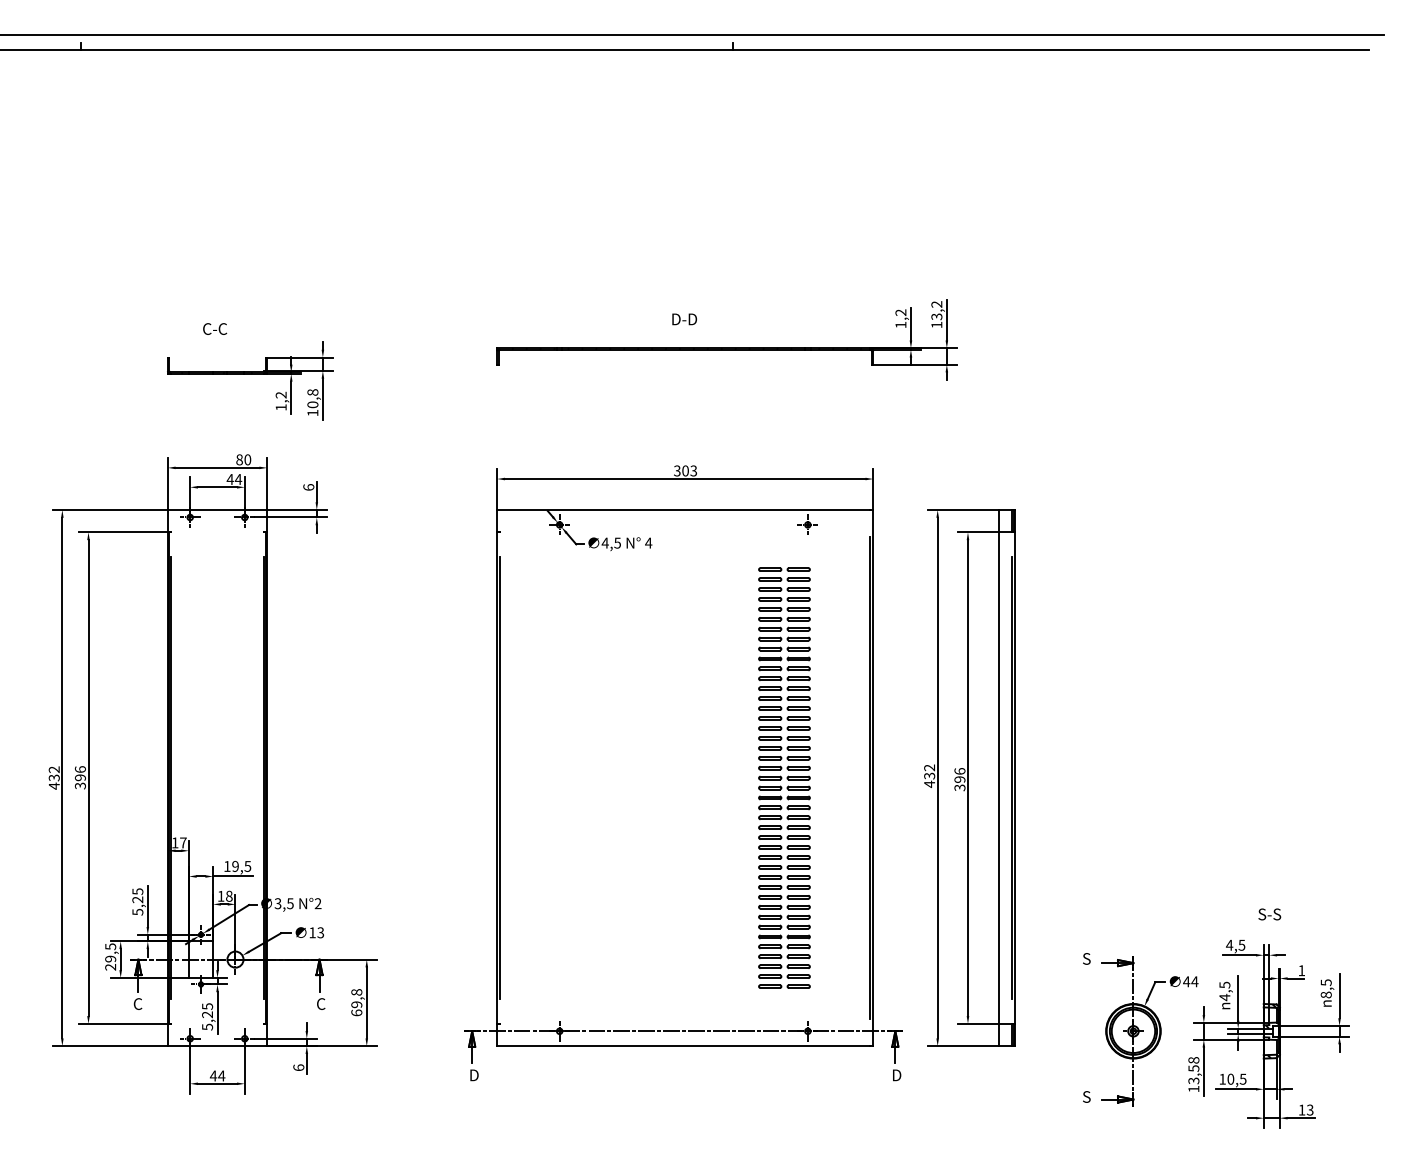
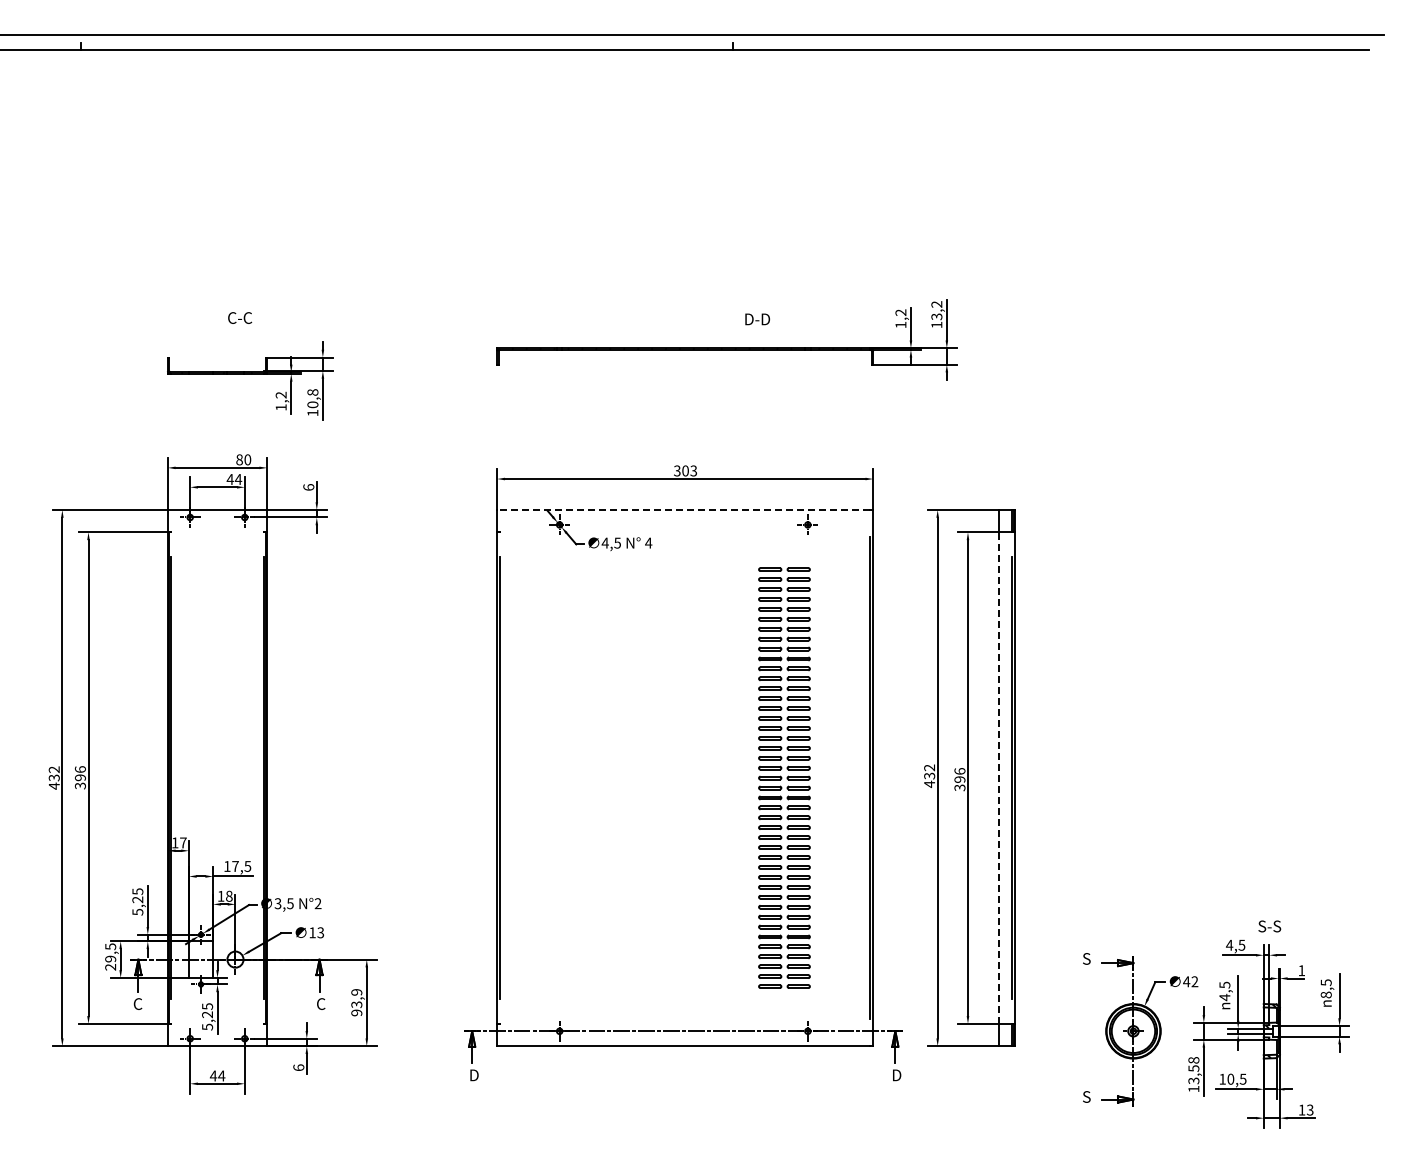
text at (684, 319) position: (684, 319) -> (757, 319)
text at (215, 328) position: (215, 328) -> (240, 317)
line at (683, 510): solid -> dashed
line at (999, 778): solid -> dashed
text at (235, 865): 19,5 -> 17,5
text at (1269, 914) position: (1269, 914) -> (1269, 926)
text at (1194, 981): 44 -> 42
text at (356, 1002): 69,8 -> 93,9
